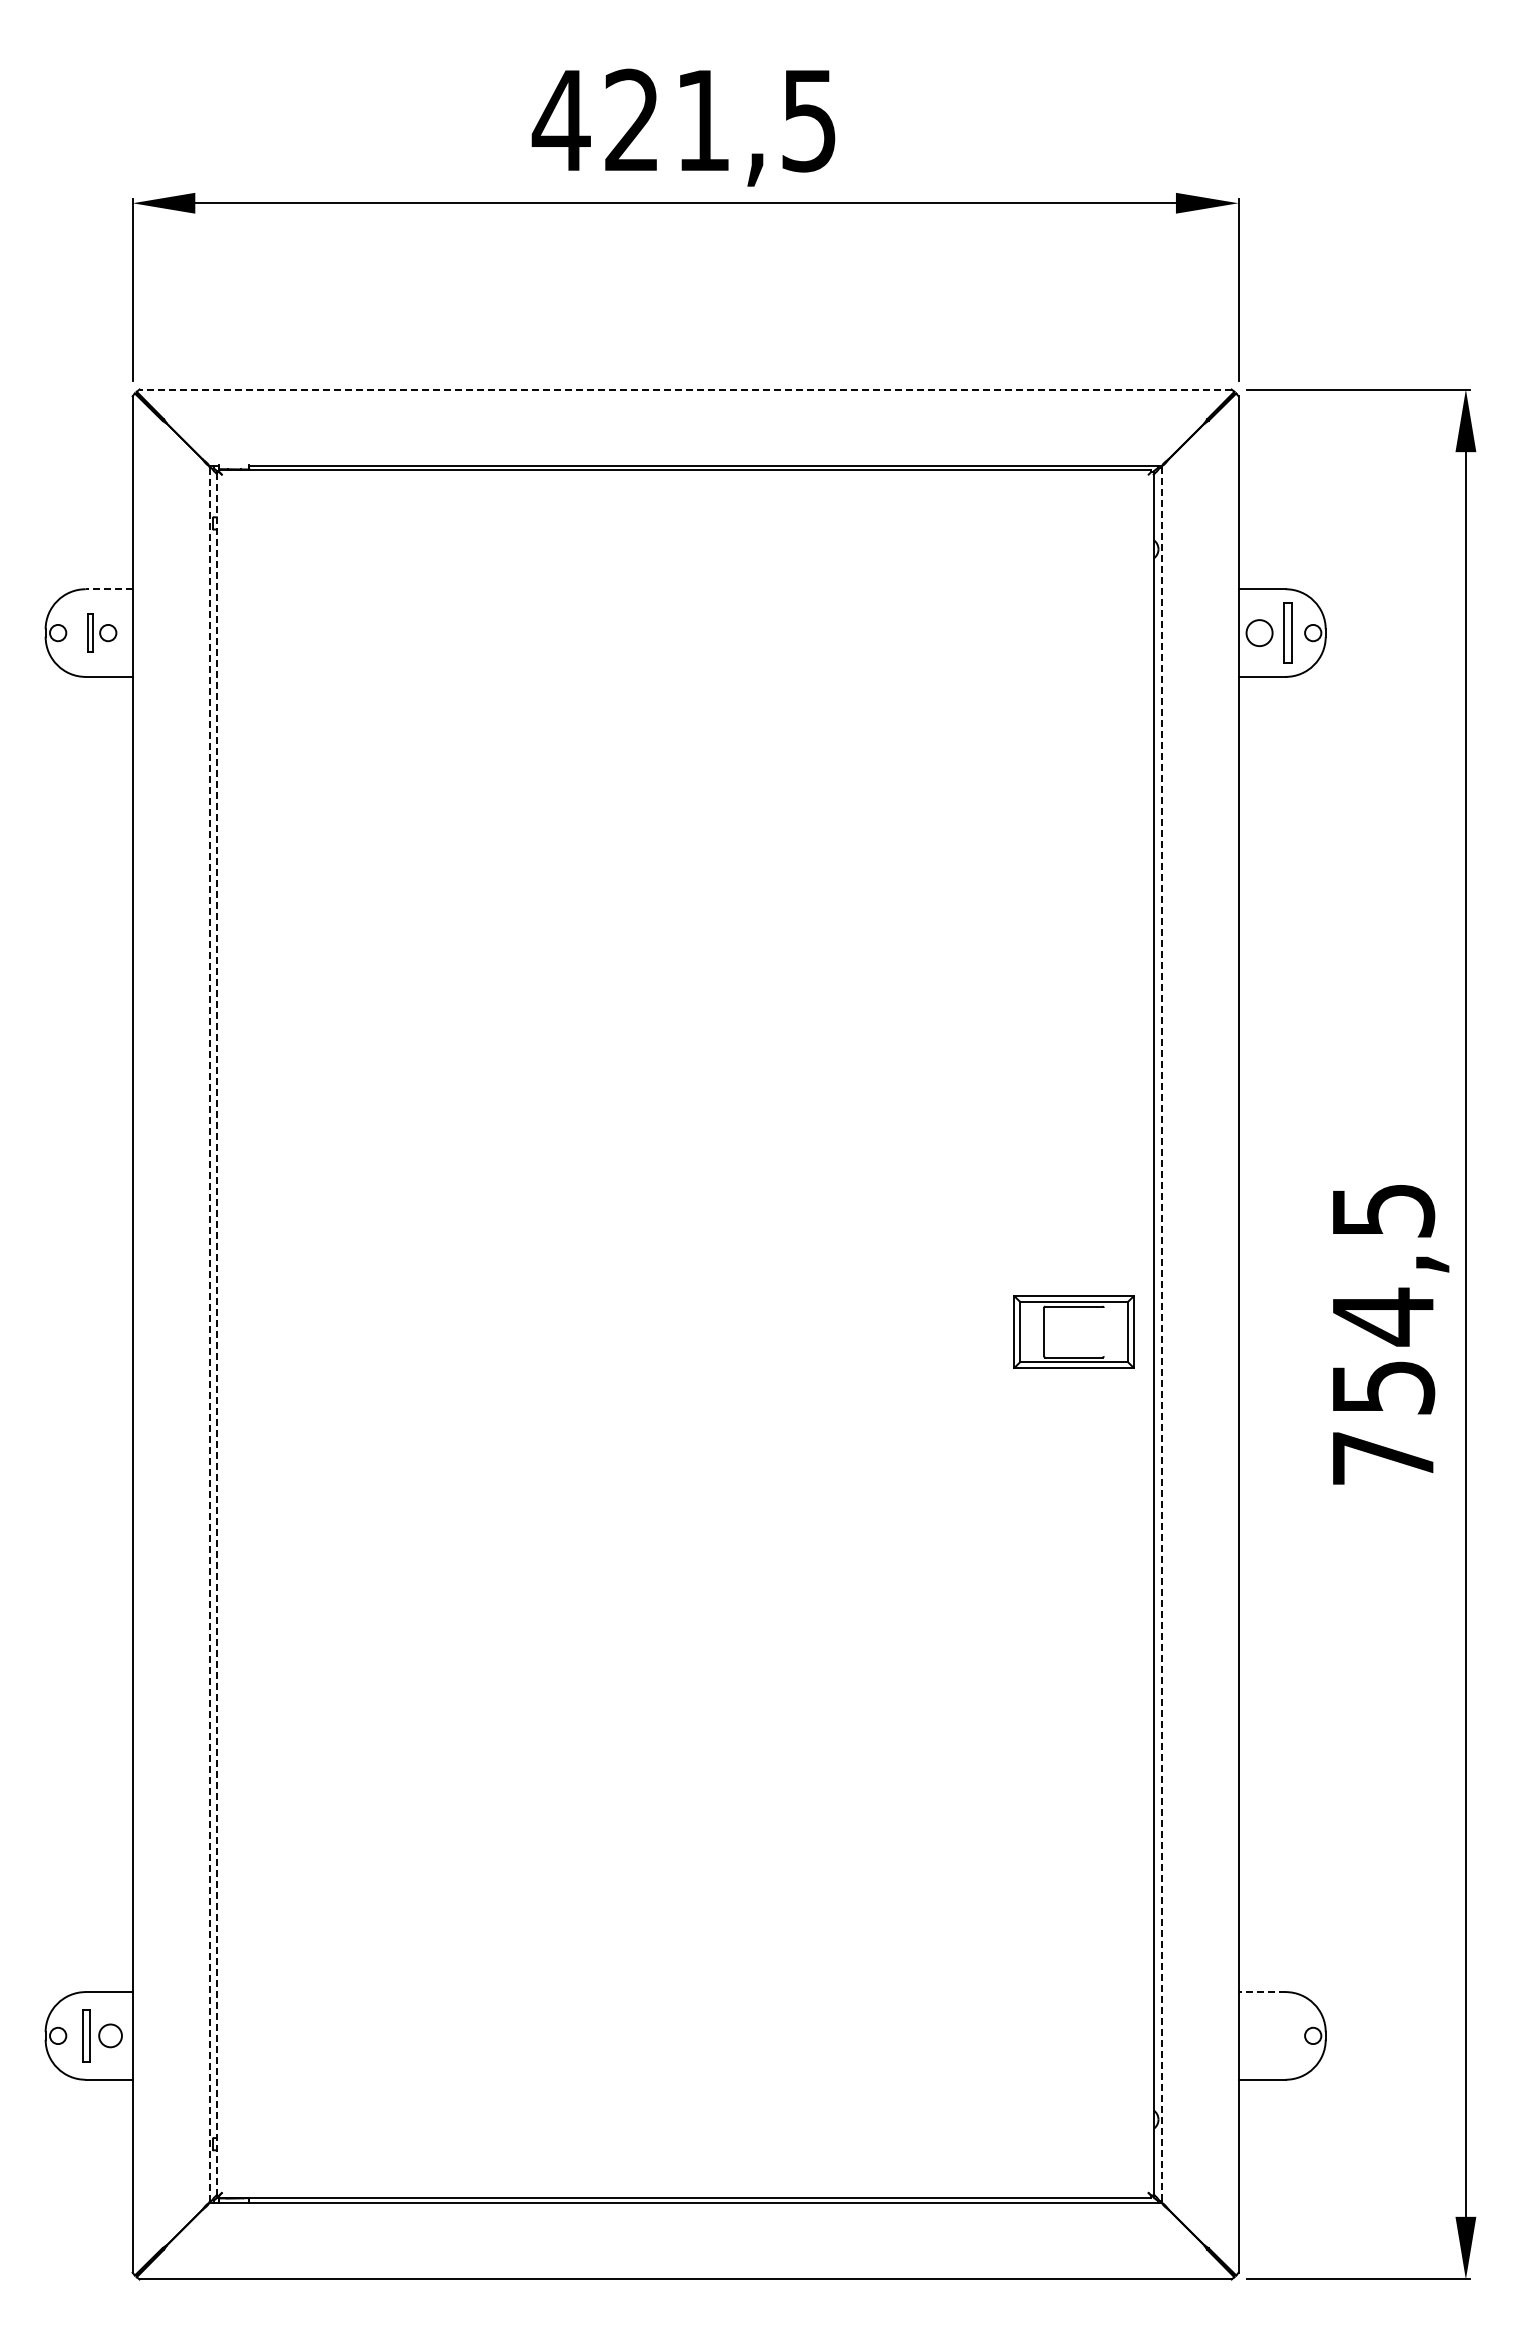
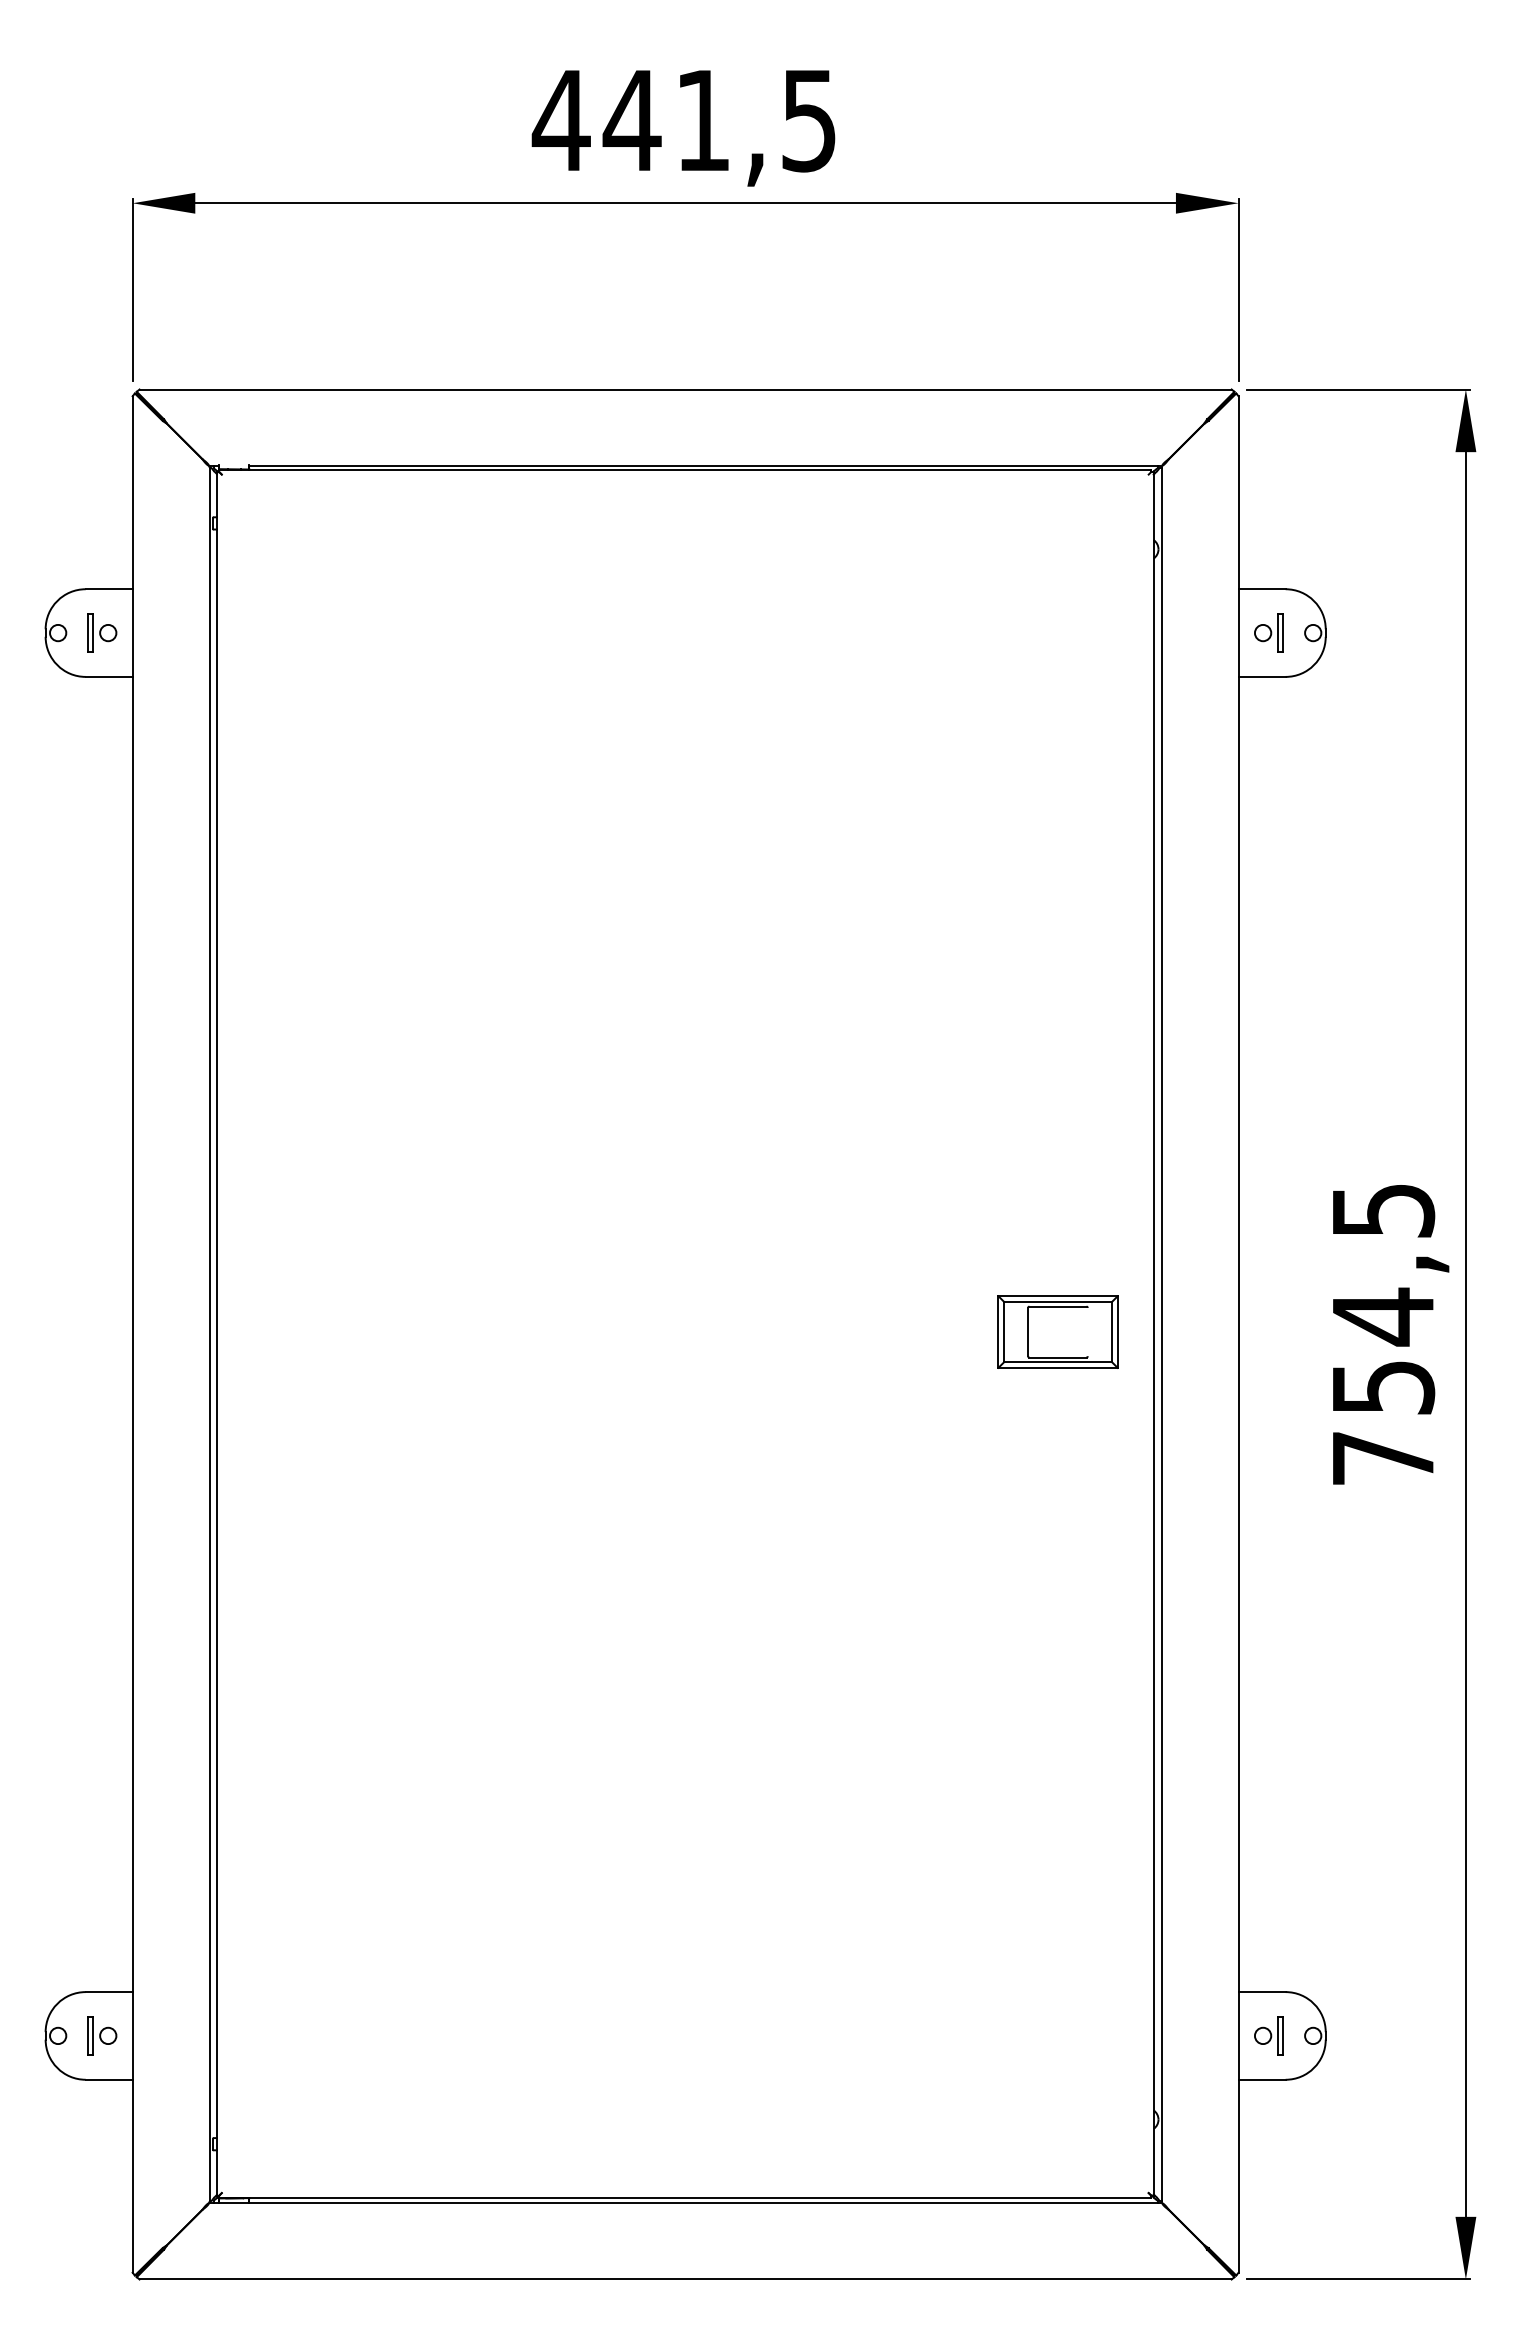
text at (631, 119): 421,5 -> 441,5
line at (685, 389): dashed -> solid
line at (108, 589): dashed -> solid
part at (1268, 632) size: 48x62 px -> 30x40 px
part at (1073, 1331) position: (1073, 1331) -> (1057, 1331)
line at (216, 1333): dashed -> solid
line at (209, 1334): dashed -> solid
line at (1161, 1334): dashed -> solid
line at (1262, 1992): dashed -> solid
part at (102, 2035) size: 41x54 px -> 31x40 px
part at (1268, 2035): none -> present
